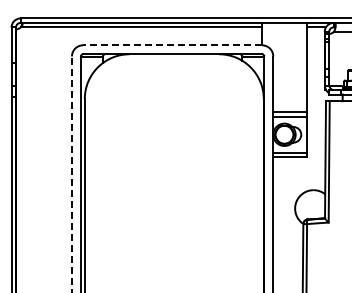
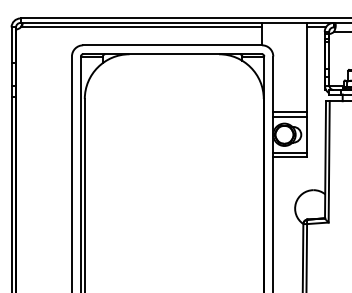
line at (172, 45): dashed -> solid
line at (71, 174): dashed -> solid
